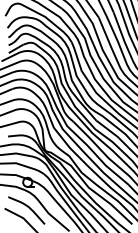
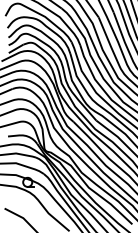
curve at (28, 208): present -> none
